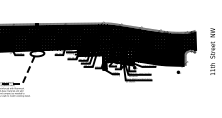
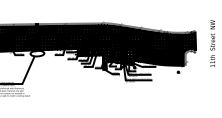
text at (212, 51) position: (212, 51) -> (212, 43)
line at (24, 80): dashed -> solid
